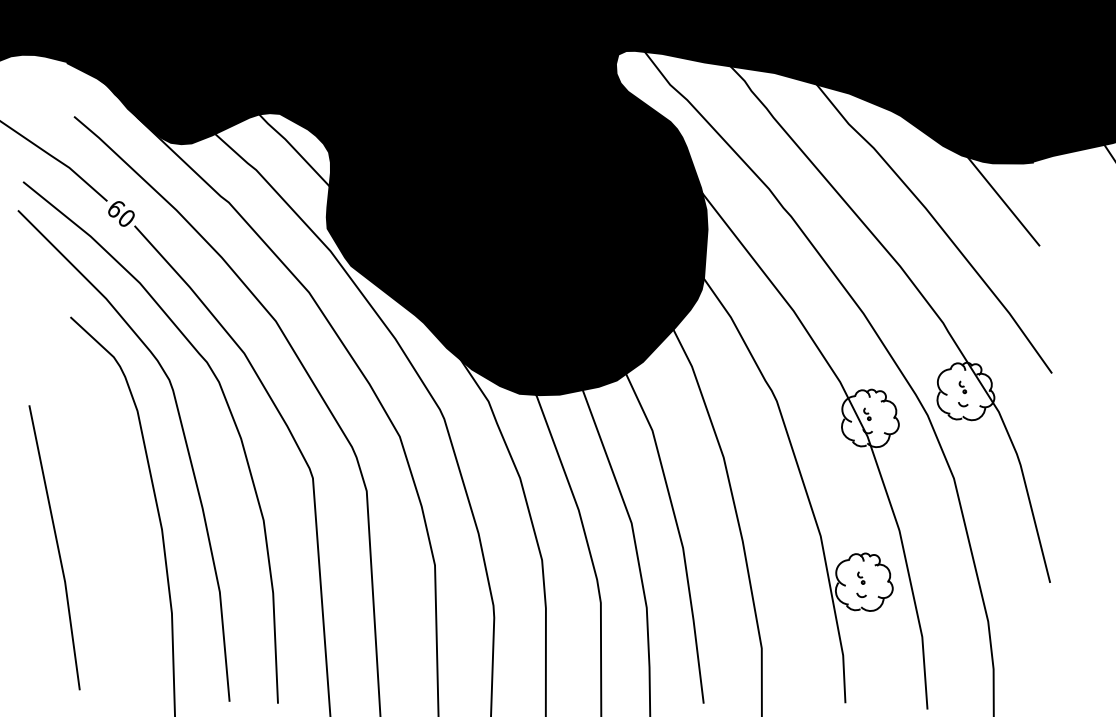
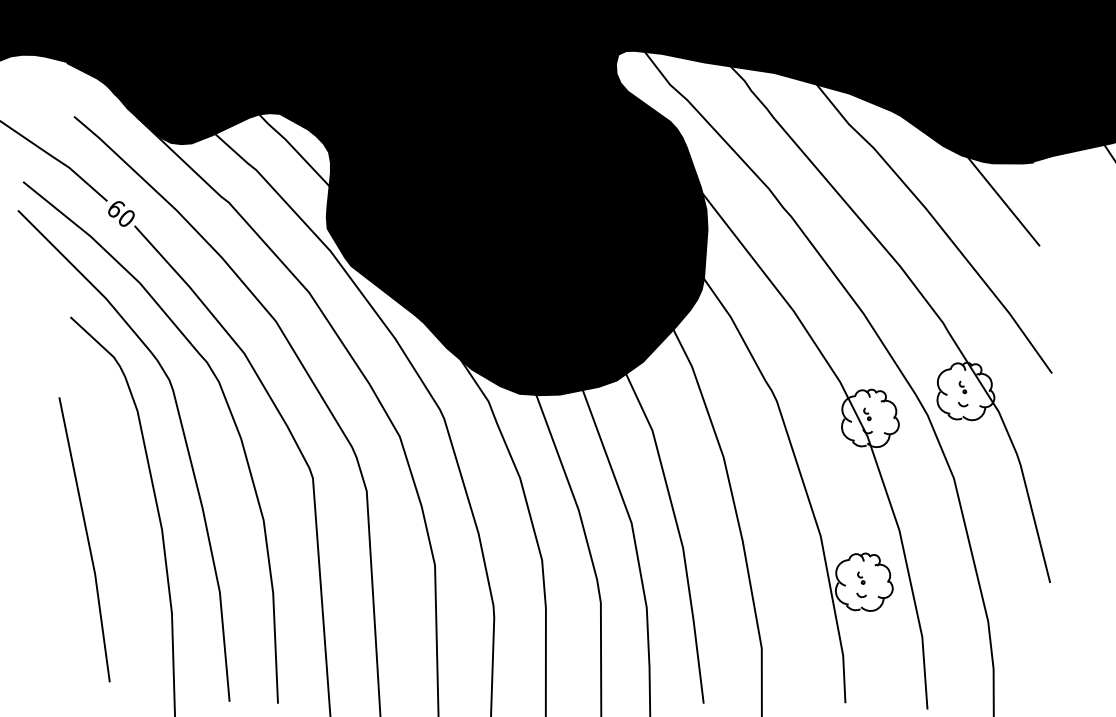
line at (56, 545) position: (56, 545) -> (86, 537)
